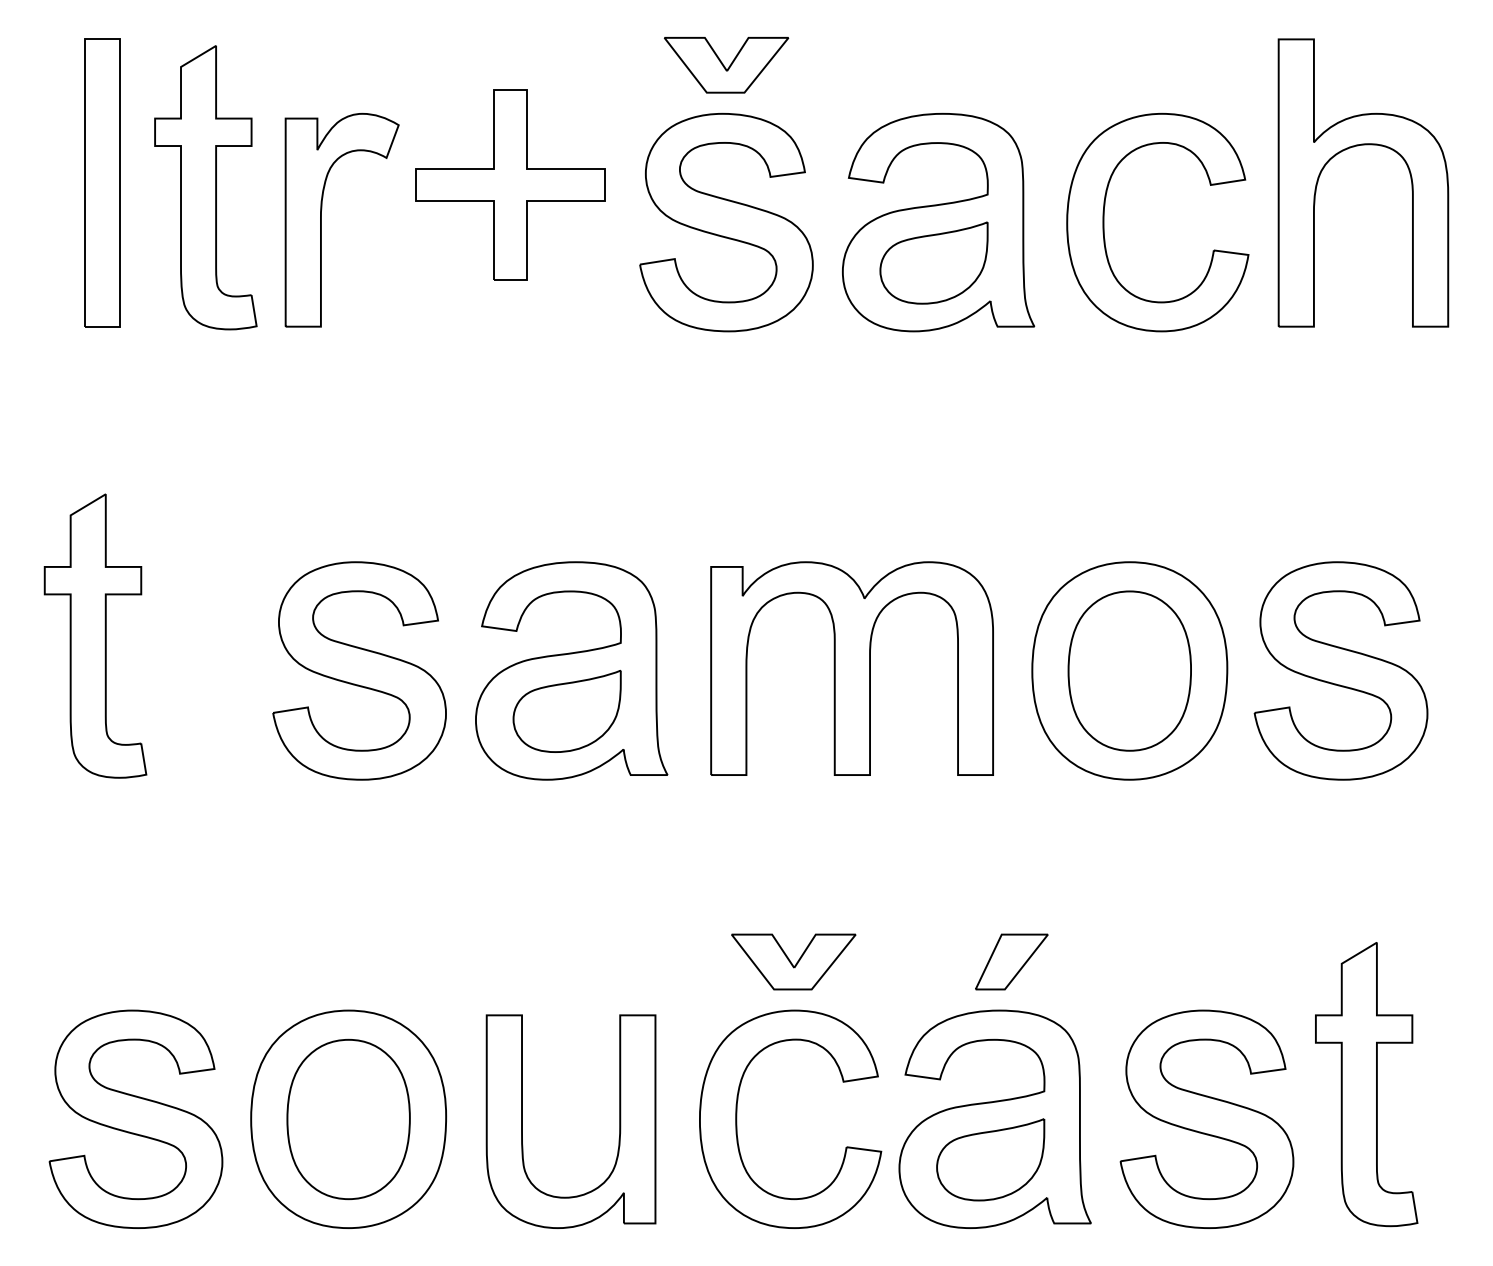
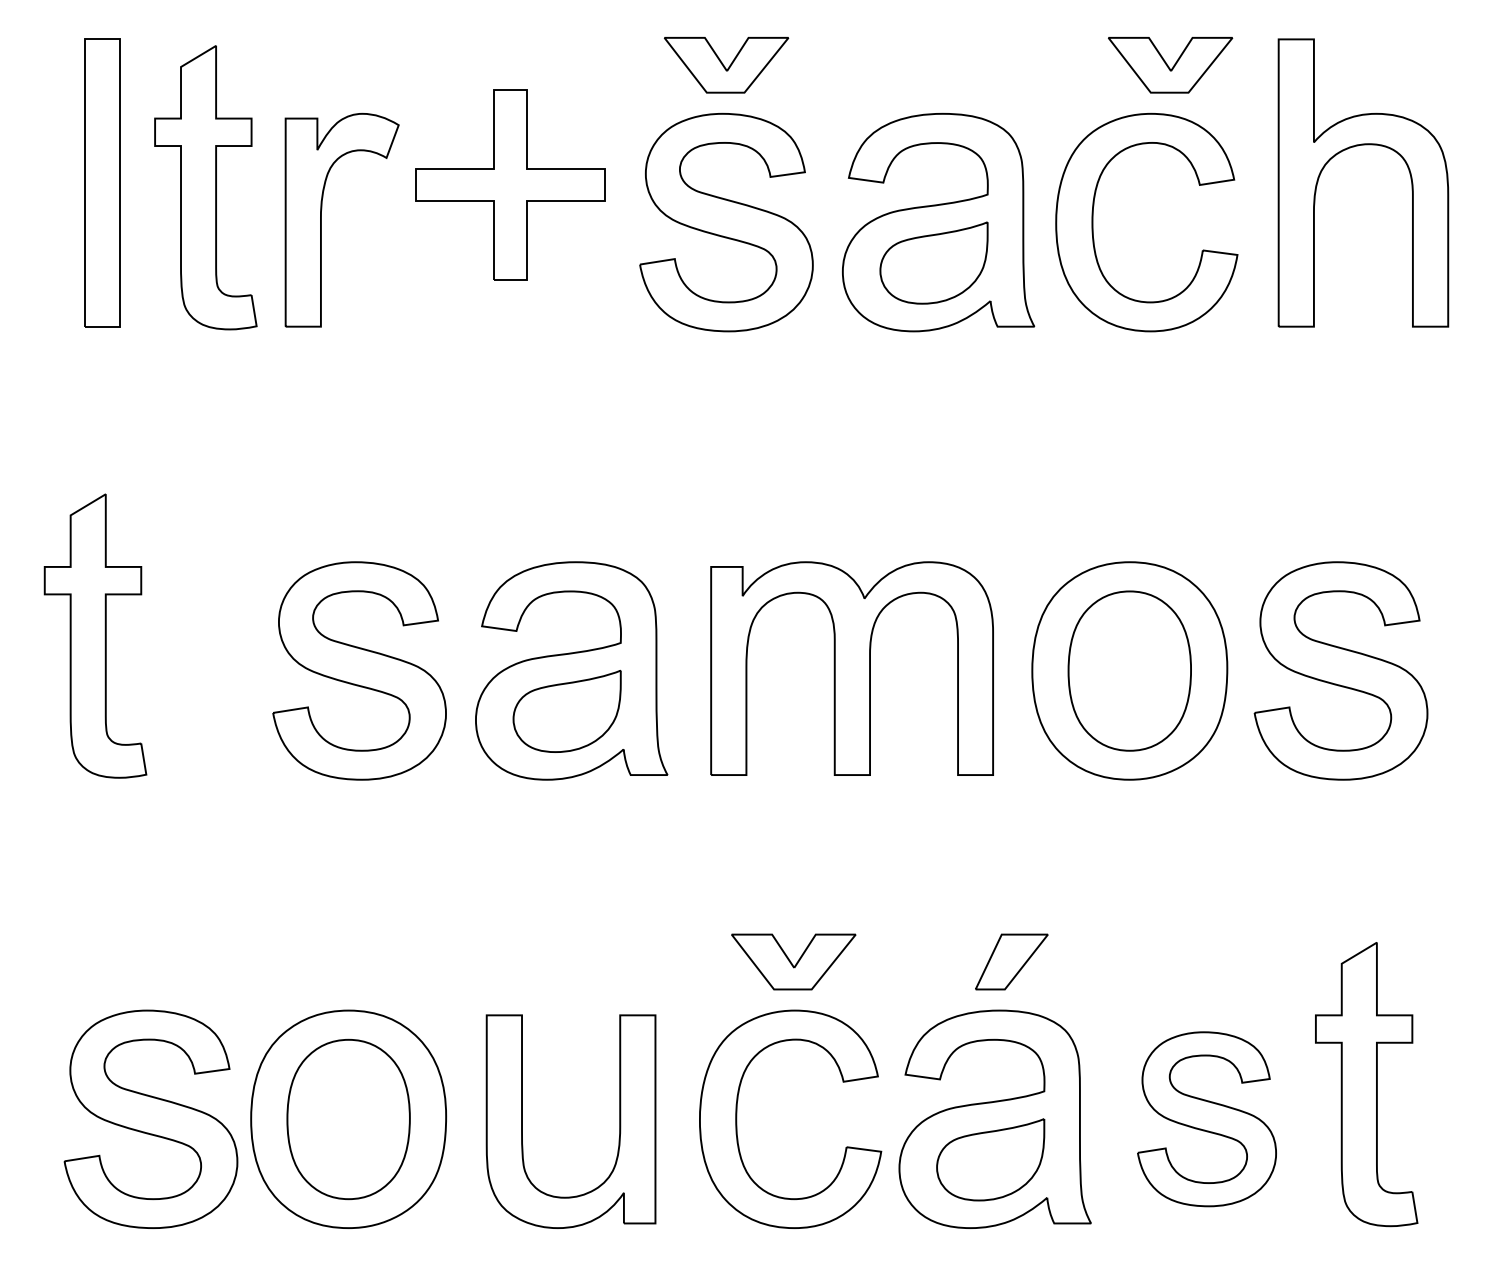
part at (1170, 65): none -> present
part at (1104, 222) position: (1104, 222) -> (1093, 222)
part at (135, 1118) position: (135, 1118) -> (150, 1118)
part at (1206, 1118) size: 176x220 px -> 140x177 px
